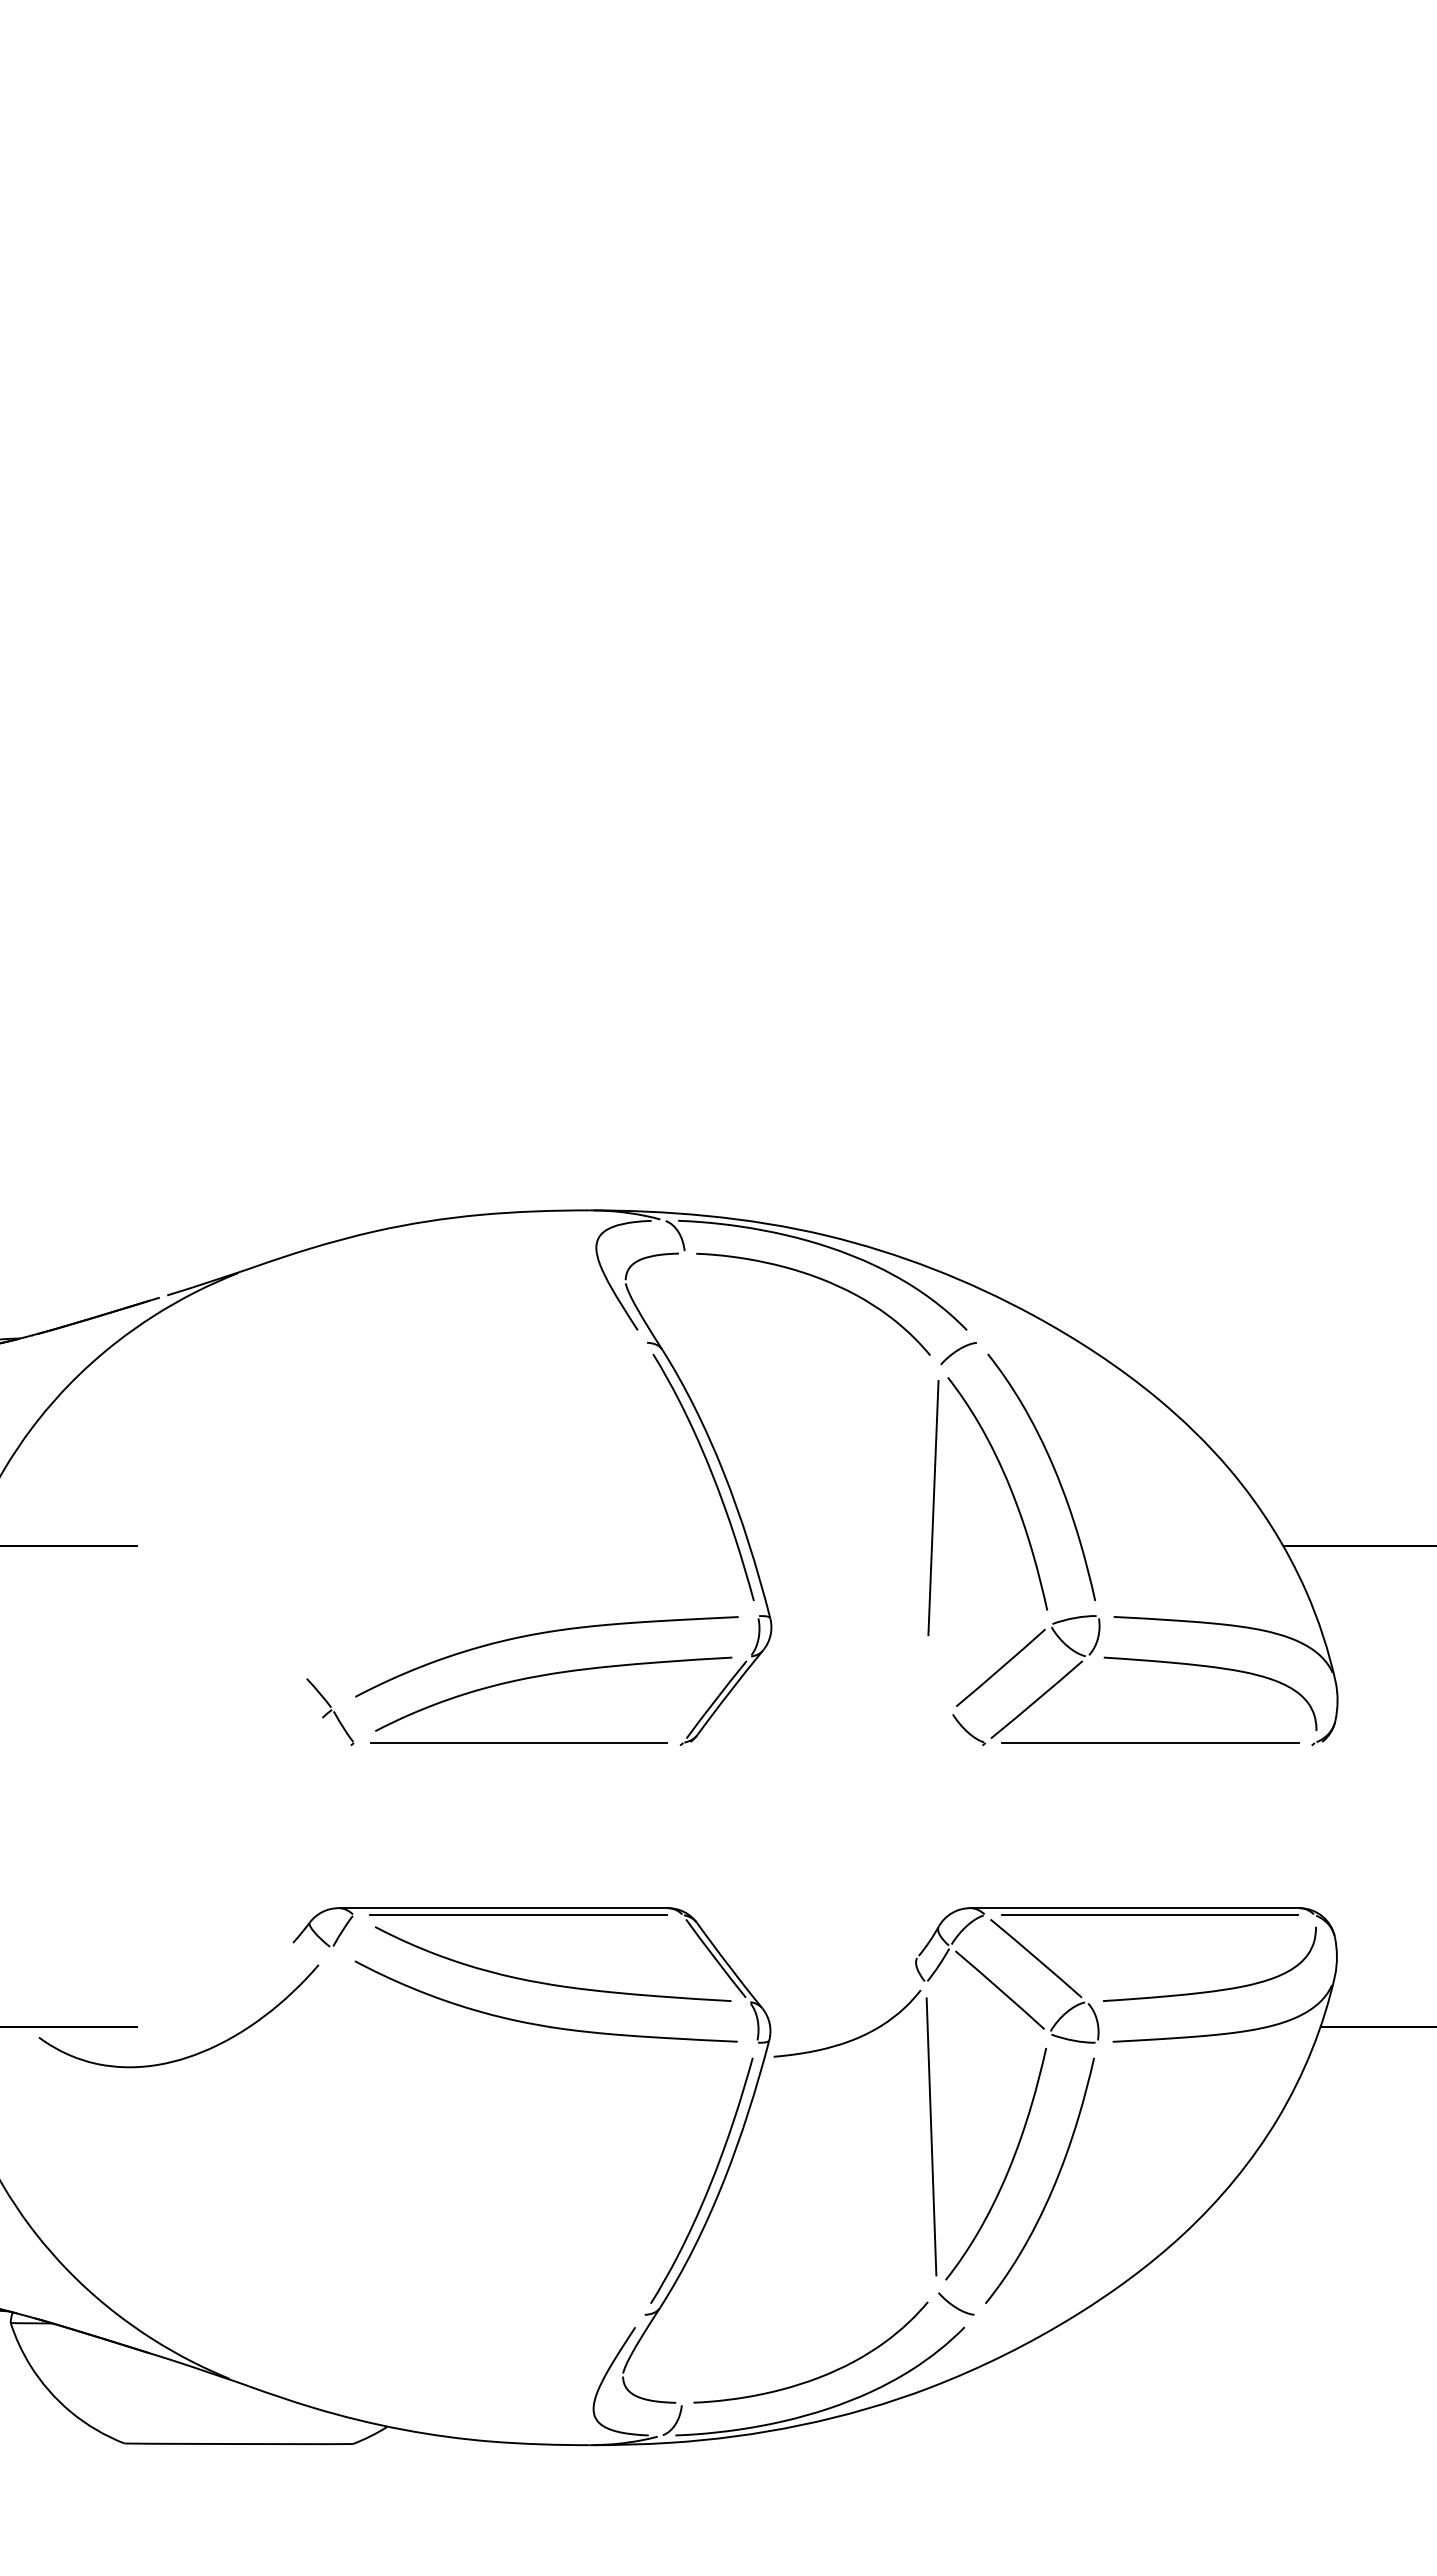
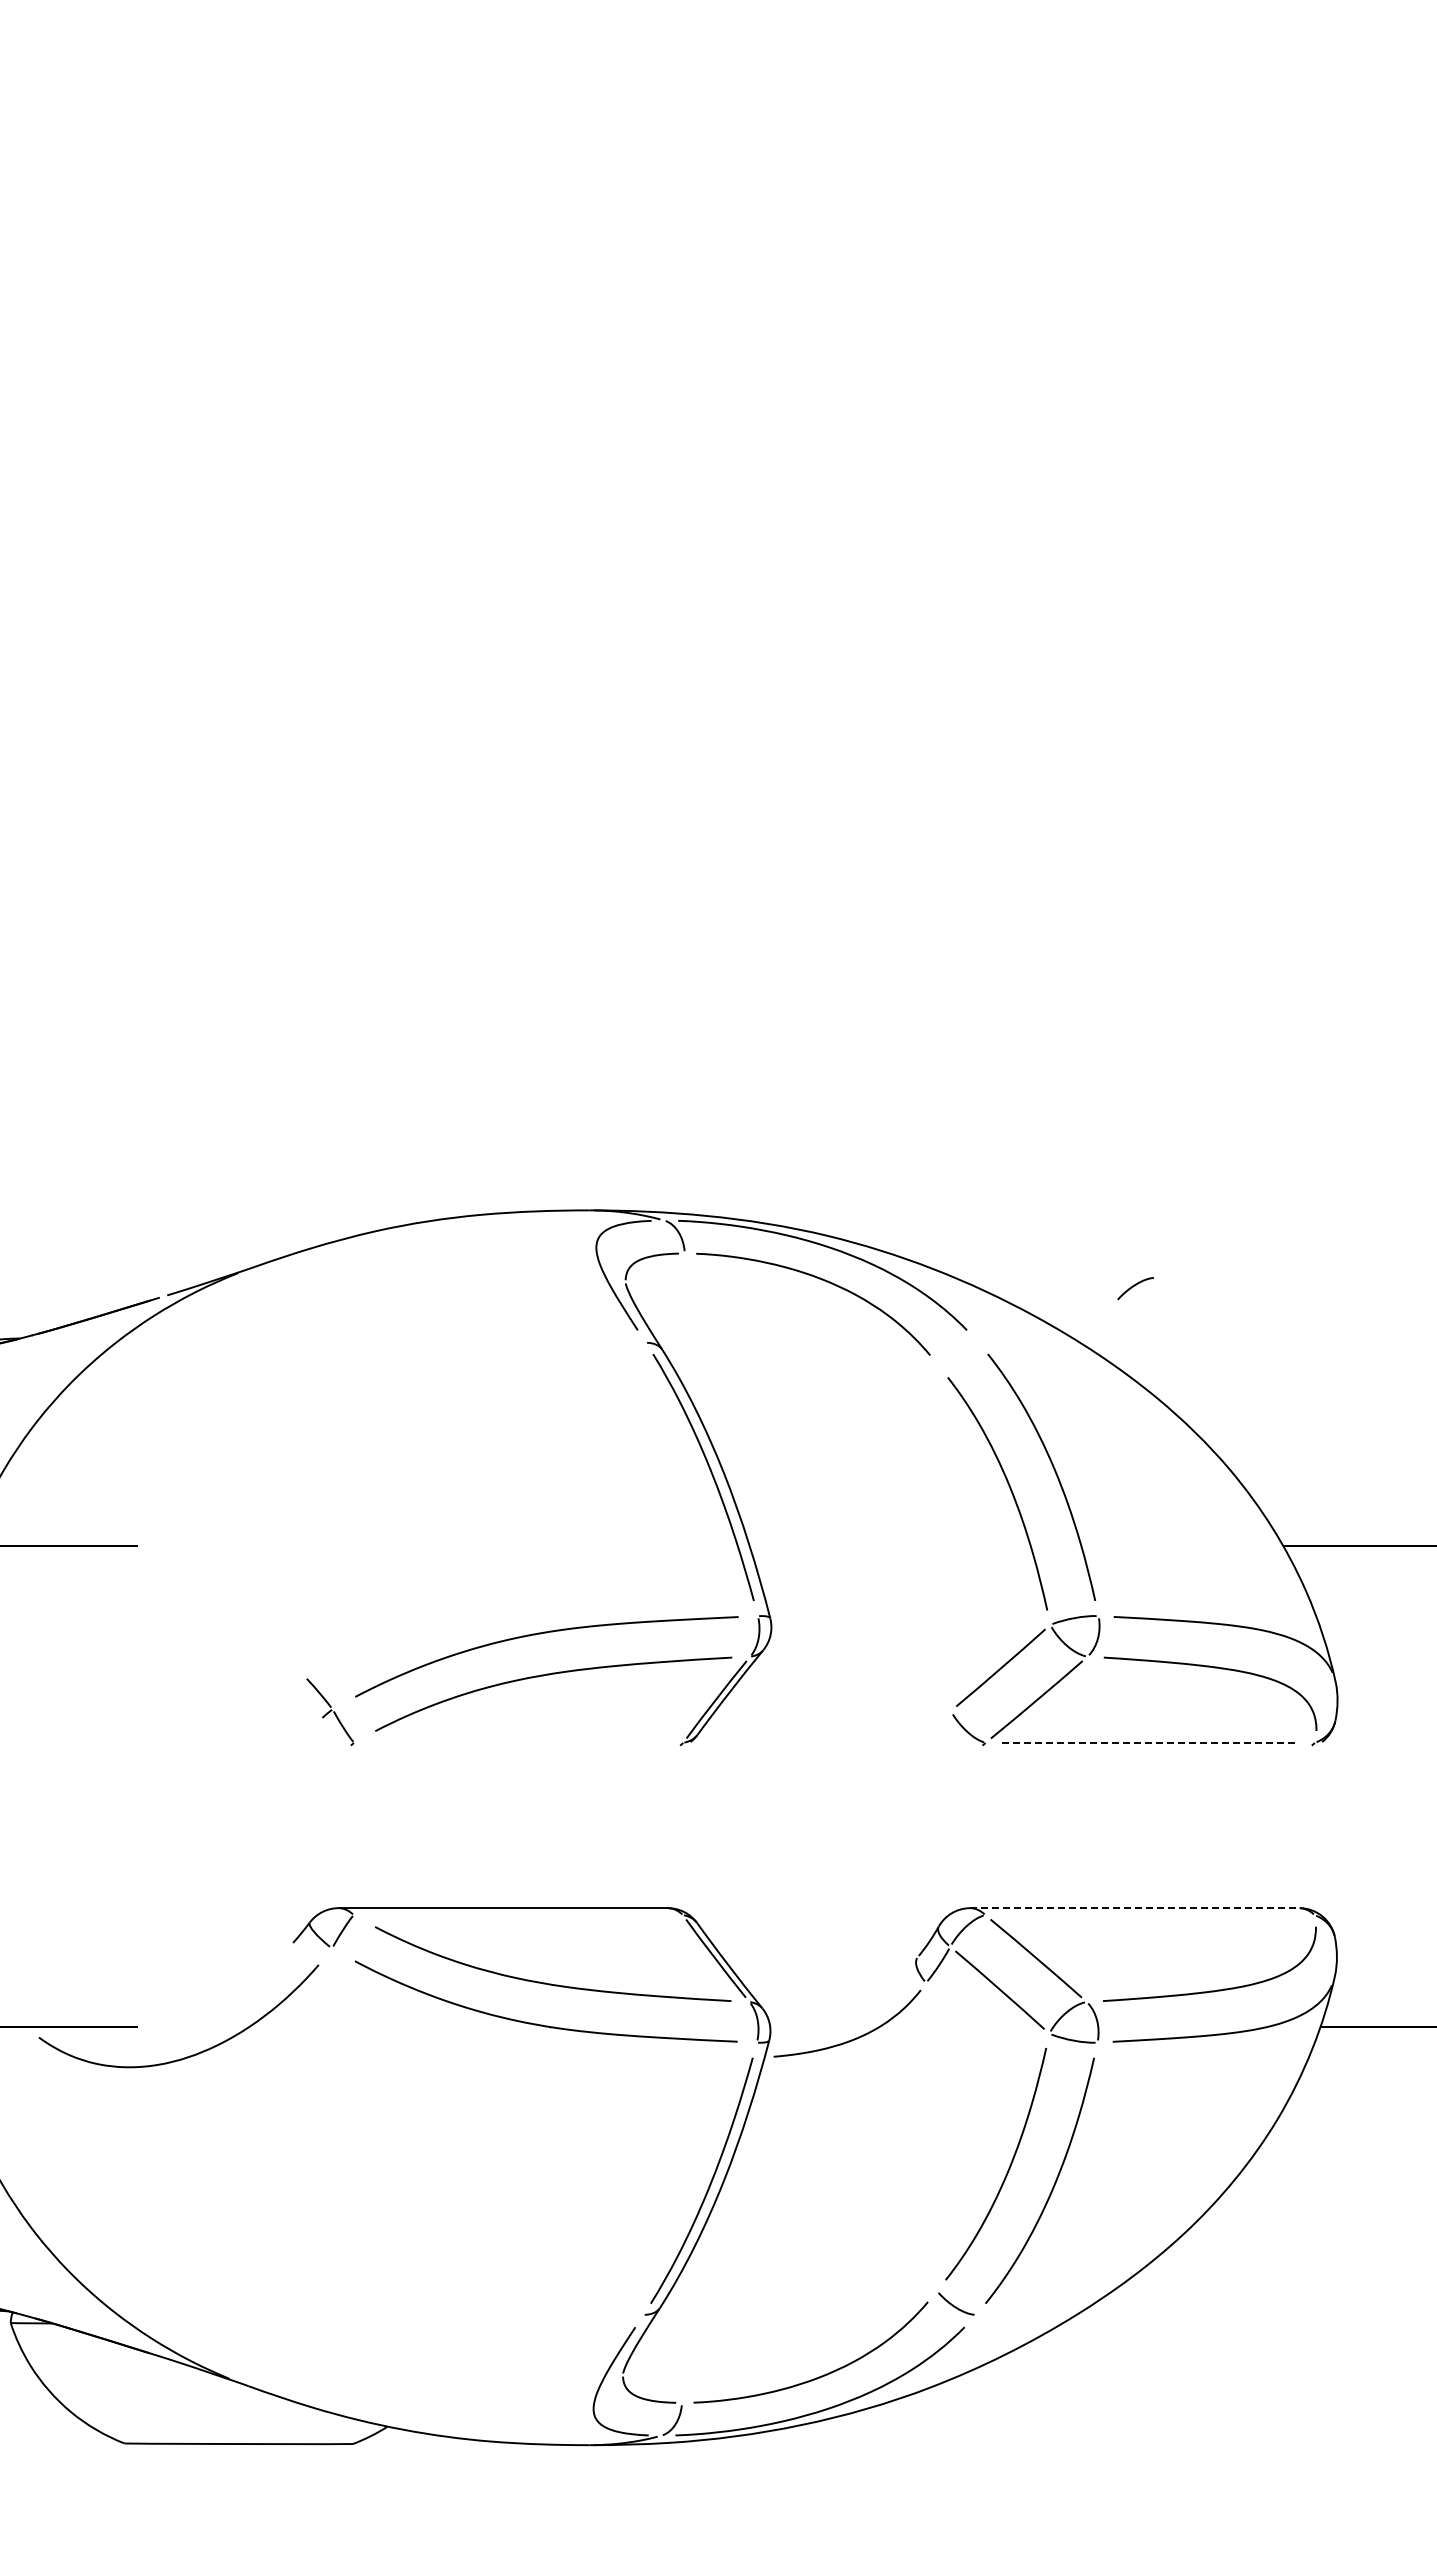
curve at (957, 1351) position: (957, 1351) -> (1134, 1286)
line at (933, 1507): present -> none
line at (518, 1742): present -> none
line at (1150, 1742): solid -> dashed
line at (1134, 1908): solid -> dashed
line at (518, 1915): present -> none
line at (1149, 1915): present -> none
line at (931, 2136): present -> none
